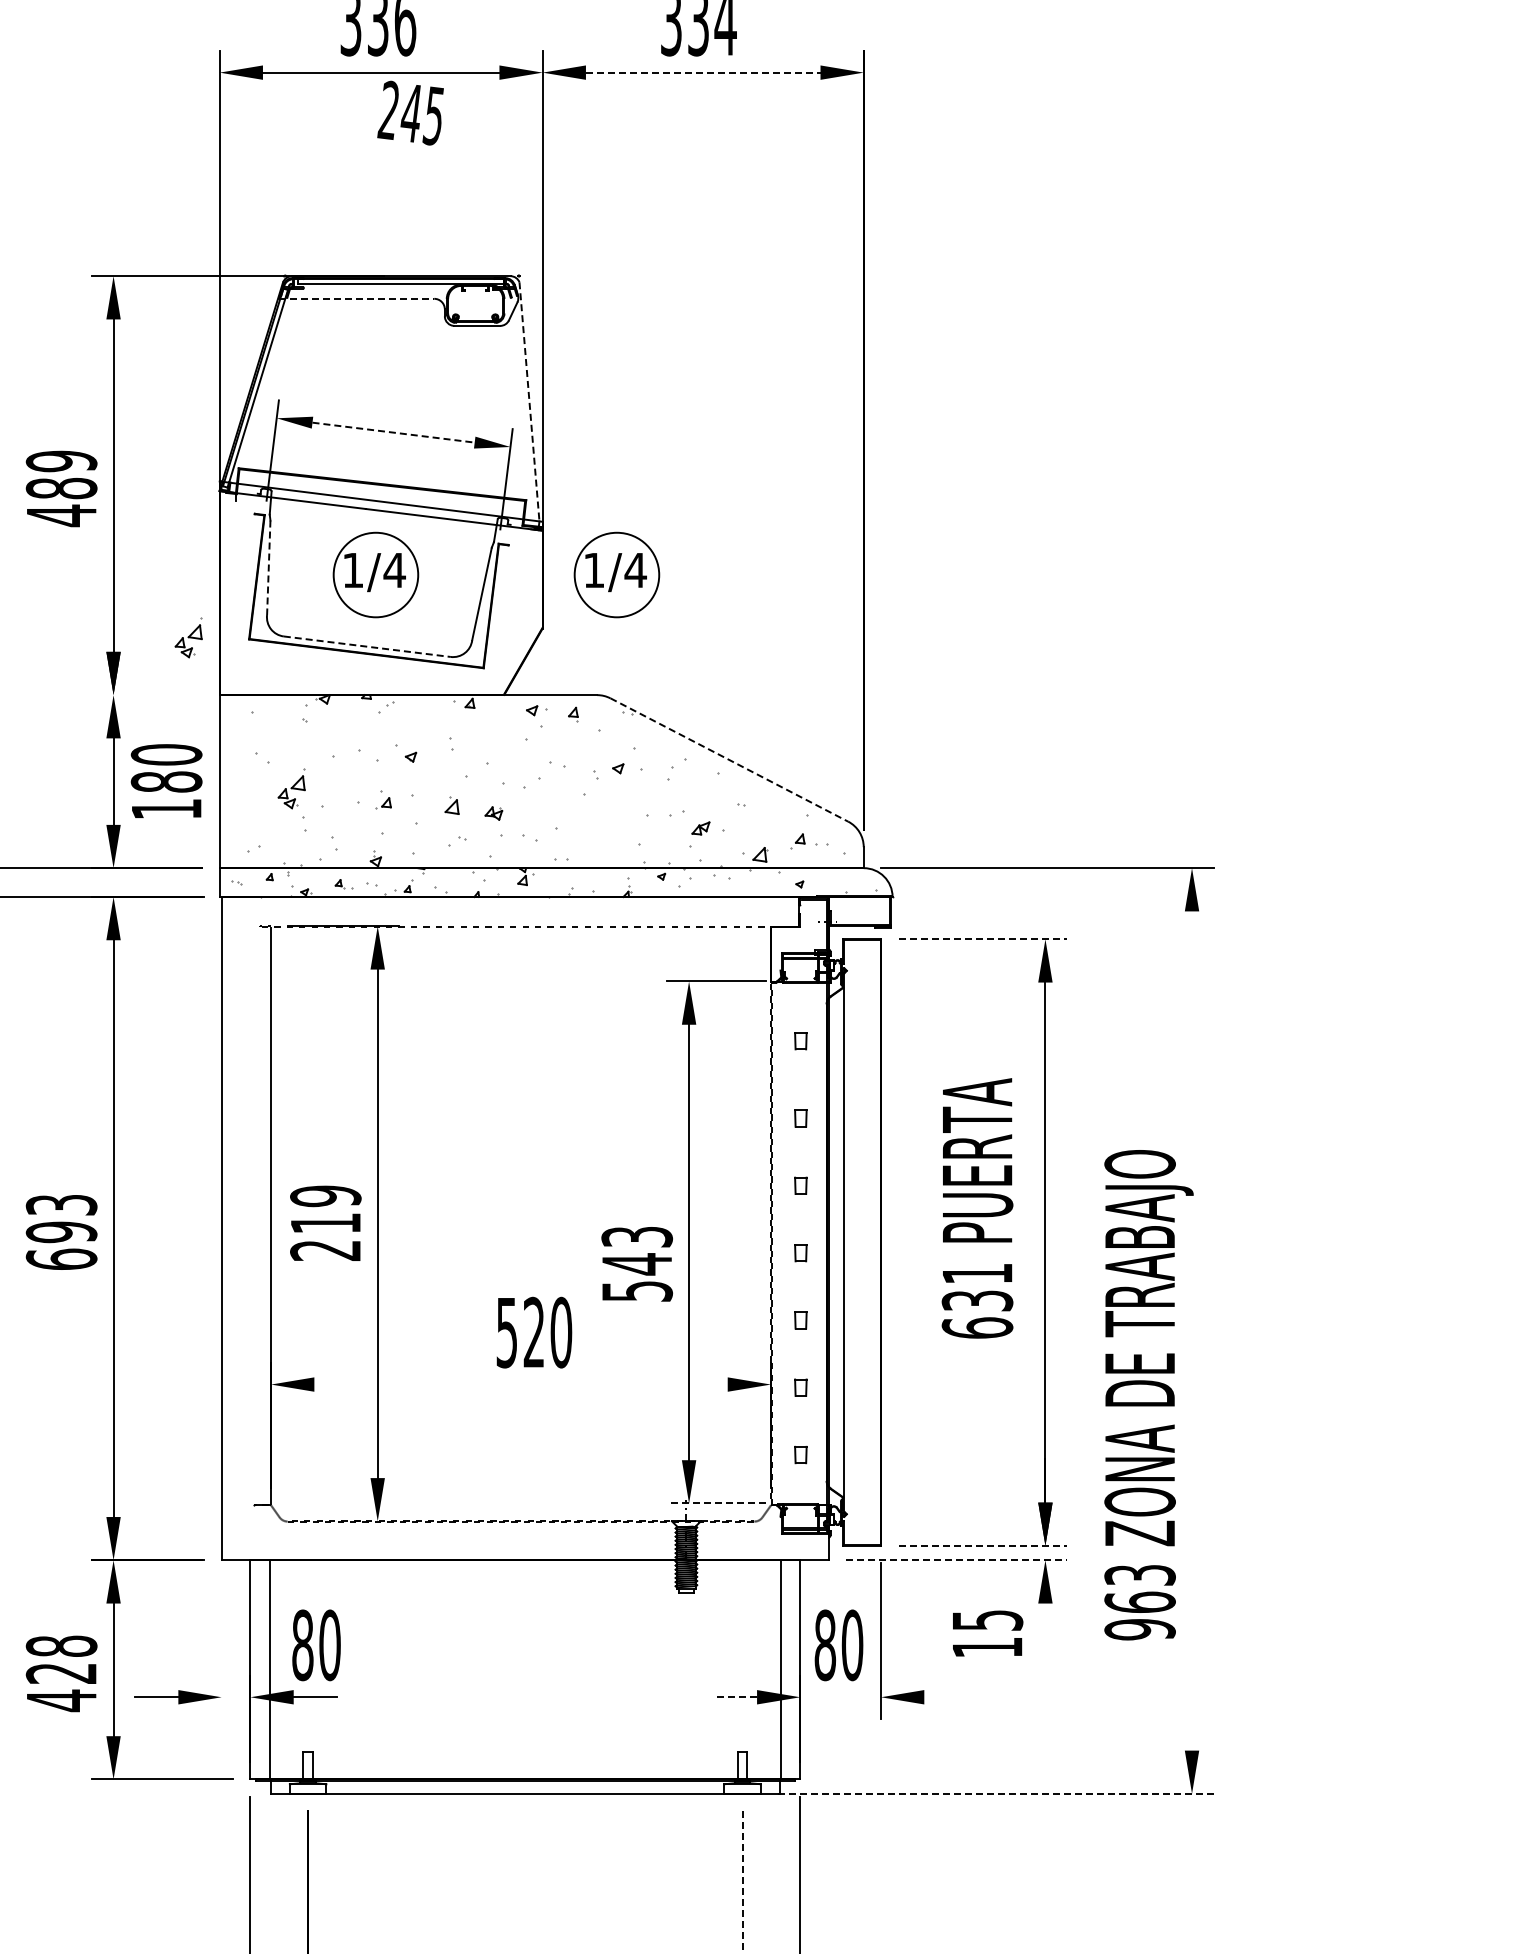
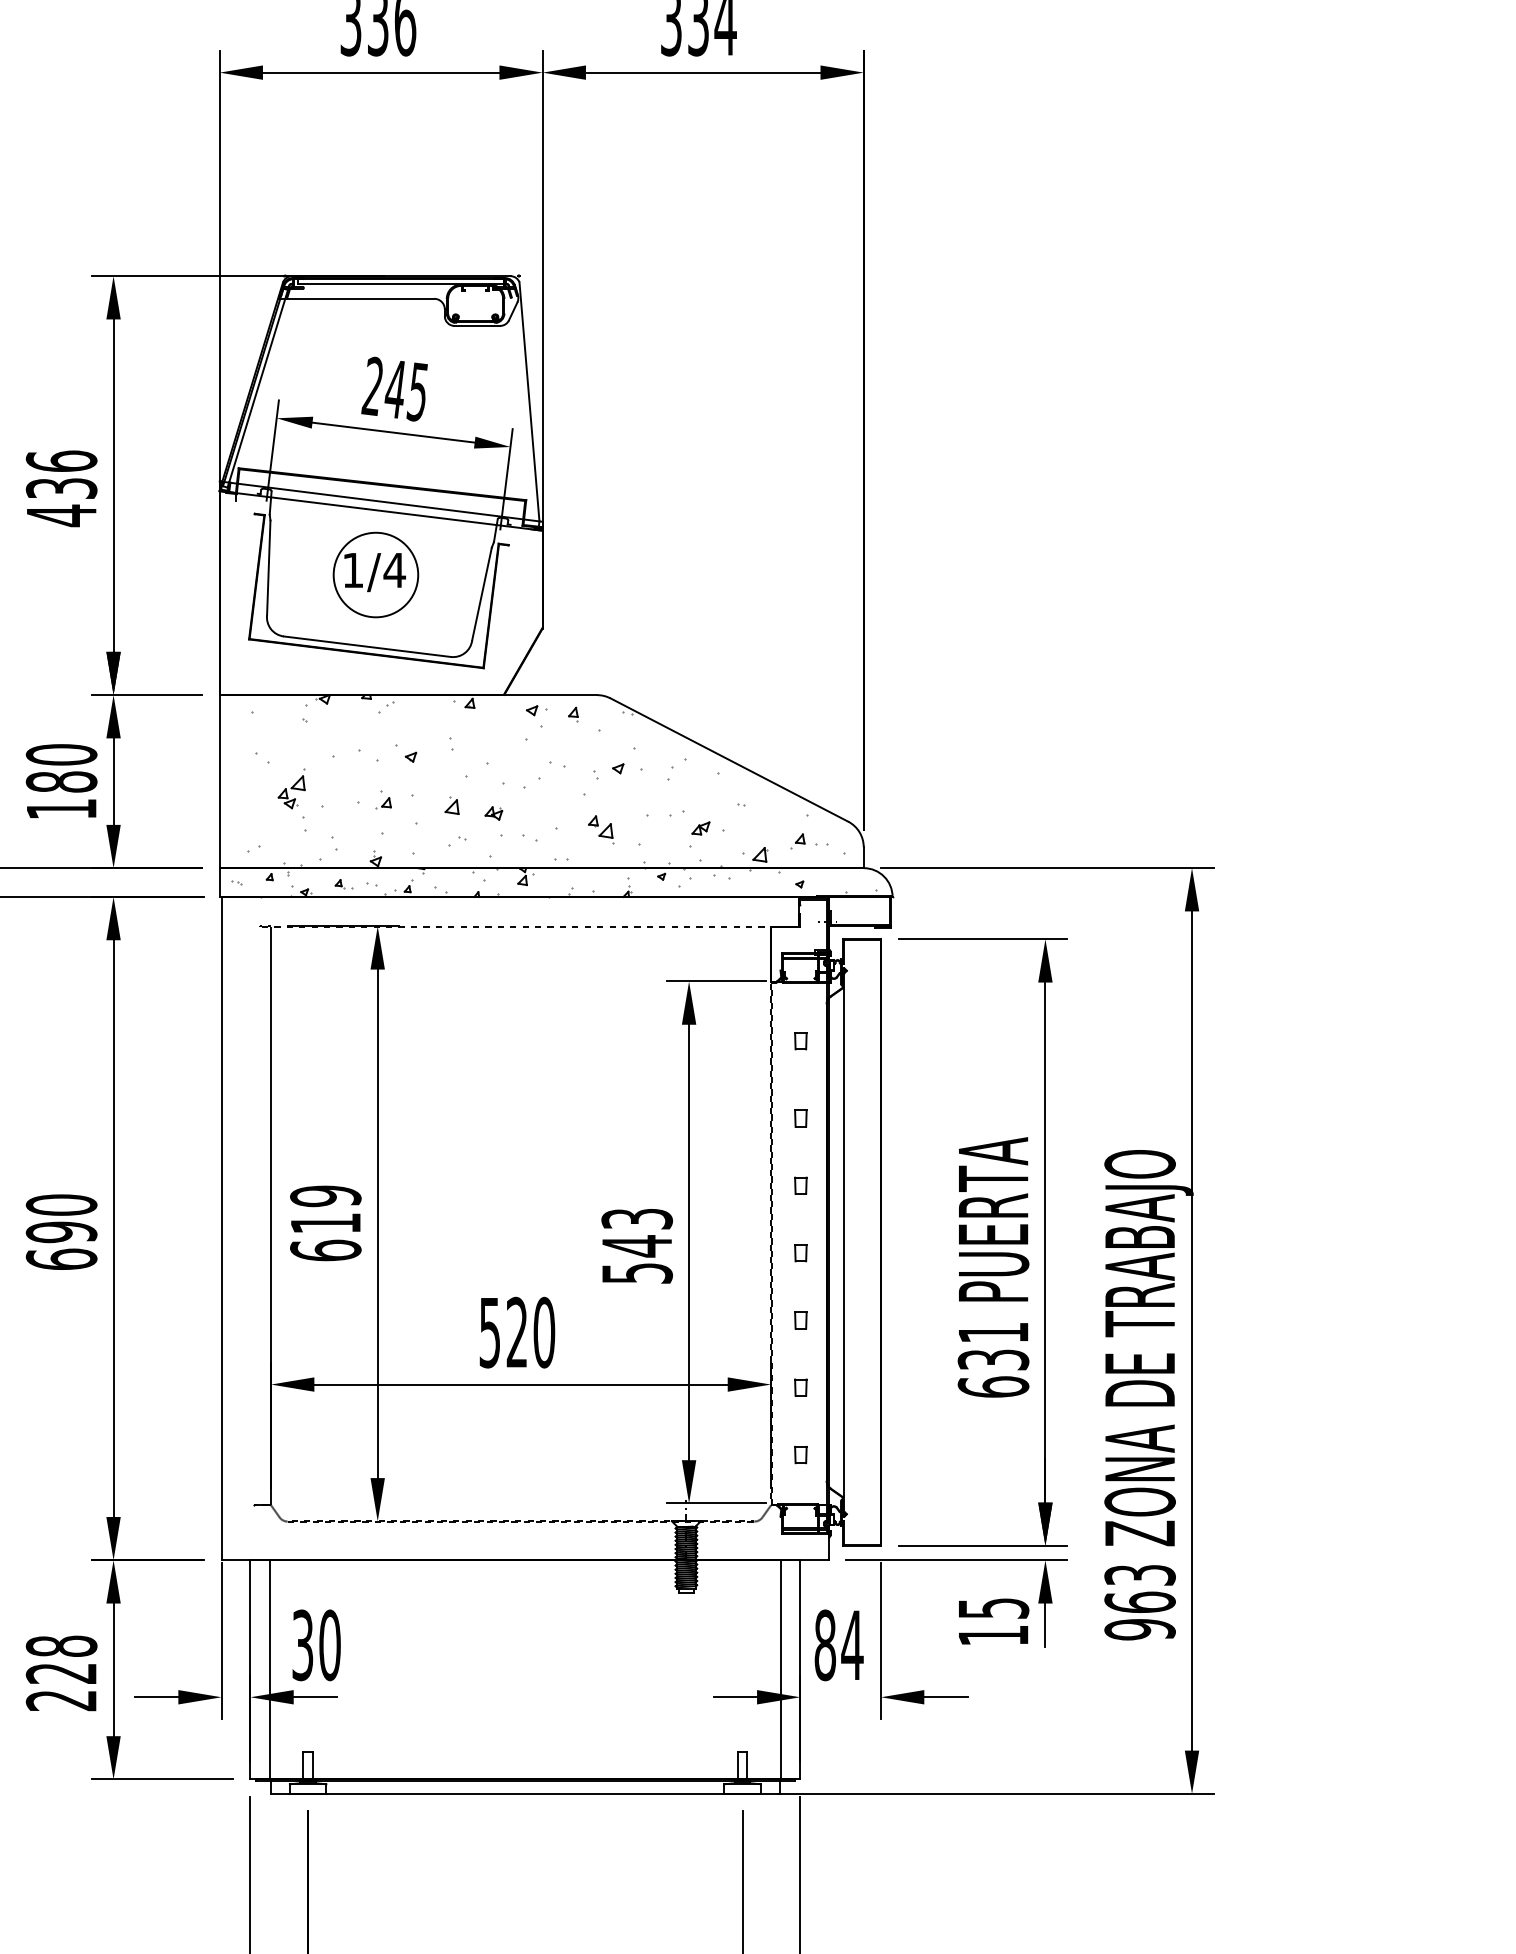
line at (703, 72): dashed -> solid
text at (410, 112) position: (410, 112) -> (394, 388)
line at (356, 298): dashed -> solid
line at (529, 401): dashed -> solid
line at (393, 432): dashed -> solid
text at (61, 474): 489 -> 436
line at (268, 568): dashed -> solid
part at (616, 574): present -> none
part at (188, 637): present -> none
line at (367, 646): dashed -> solid
line at (146, 695): none -> present
line at (729, 759): dashed -> solid
text at (166, 780) position: (166, 780) -> (61, 780)
part at (601, 829): none -> present
line at (983, 939): dashed -> solid
text at (61, 1204): 693 -> 690
text at (977, 1208) position: (977, 1208) -> (993, 1267)
text at (325, 1250): 219 -> 619
text at (636, 1264) position: (636, 1264) -> (636, 1246)
line at (1192, 1330): none -> present
text at (534, 1332) position: (534, 1332) -> (517, 1332)
line at (520, 1384): none -> present
line at (716, 1503): dashed -> solid
line at (983, 1545): dashed -> solid
line at (957, 1560): dashed -> solid
line at (1045, 1624): none -> present
text at (988, 1633) position: (988, 1633) -> (994, 1621)
line at (221, 1640): none -> present
text at (302, 1645): 80 -> 30
text at (852, 1645): 80 -> 84
line at (735, 1697): dashed -> solid
line at (945, 1697): none -> present
text at (60, 1700): 428 -> 228
line at (995, 1793): dashed -> solid
line at (742, 1882): dashed -> solid
